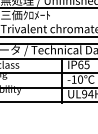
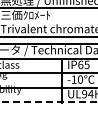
line at (49, 102): solid -> dashed
